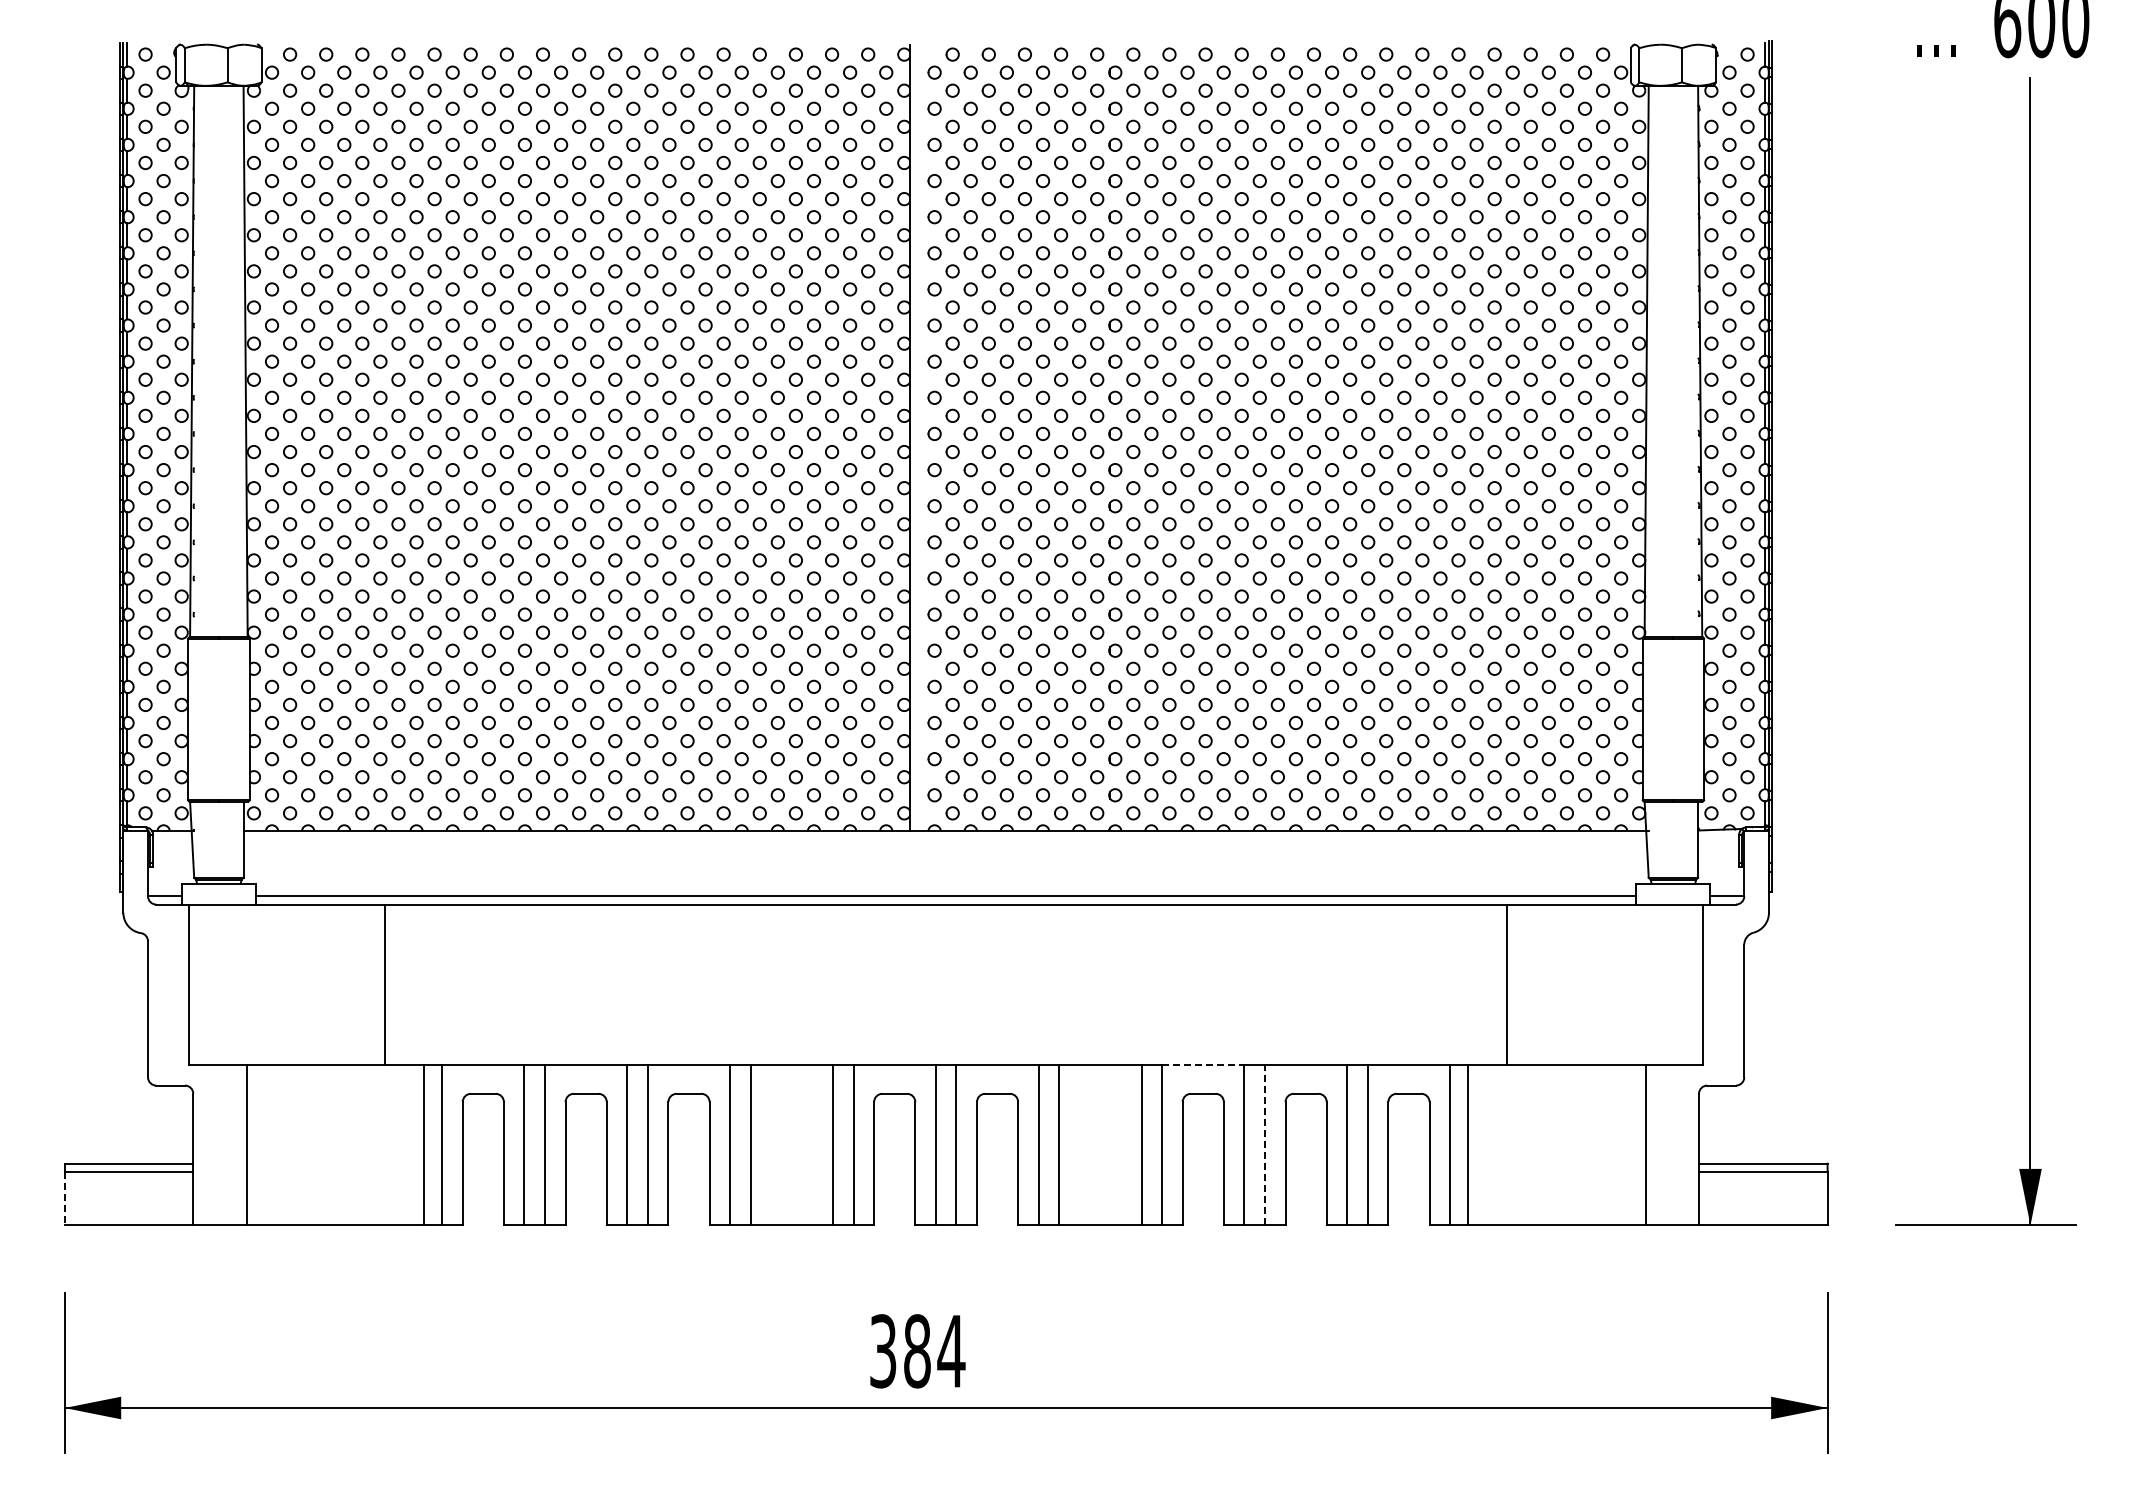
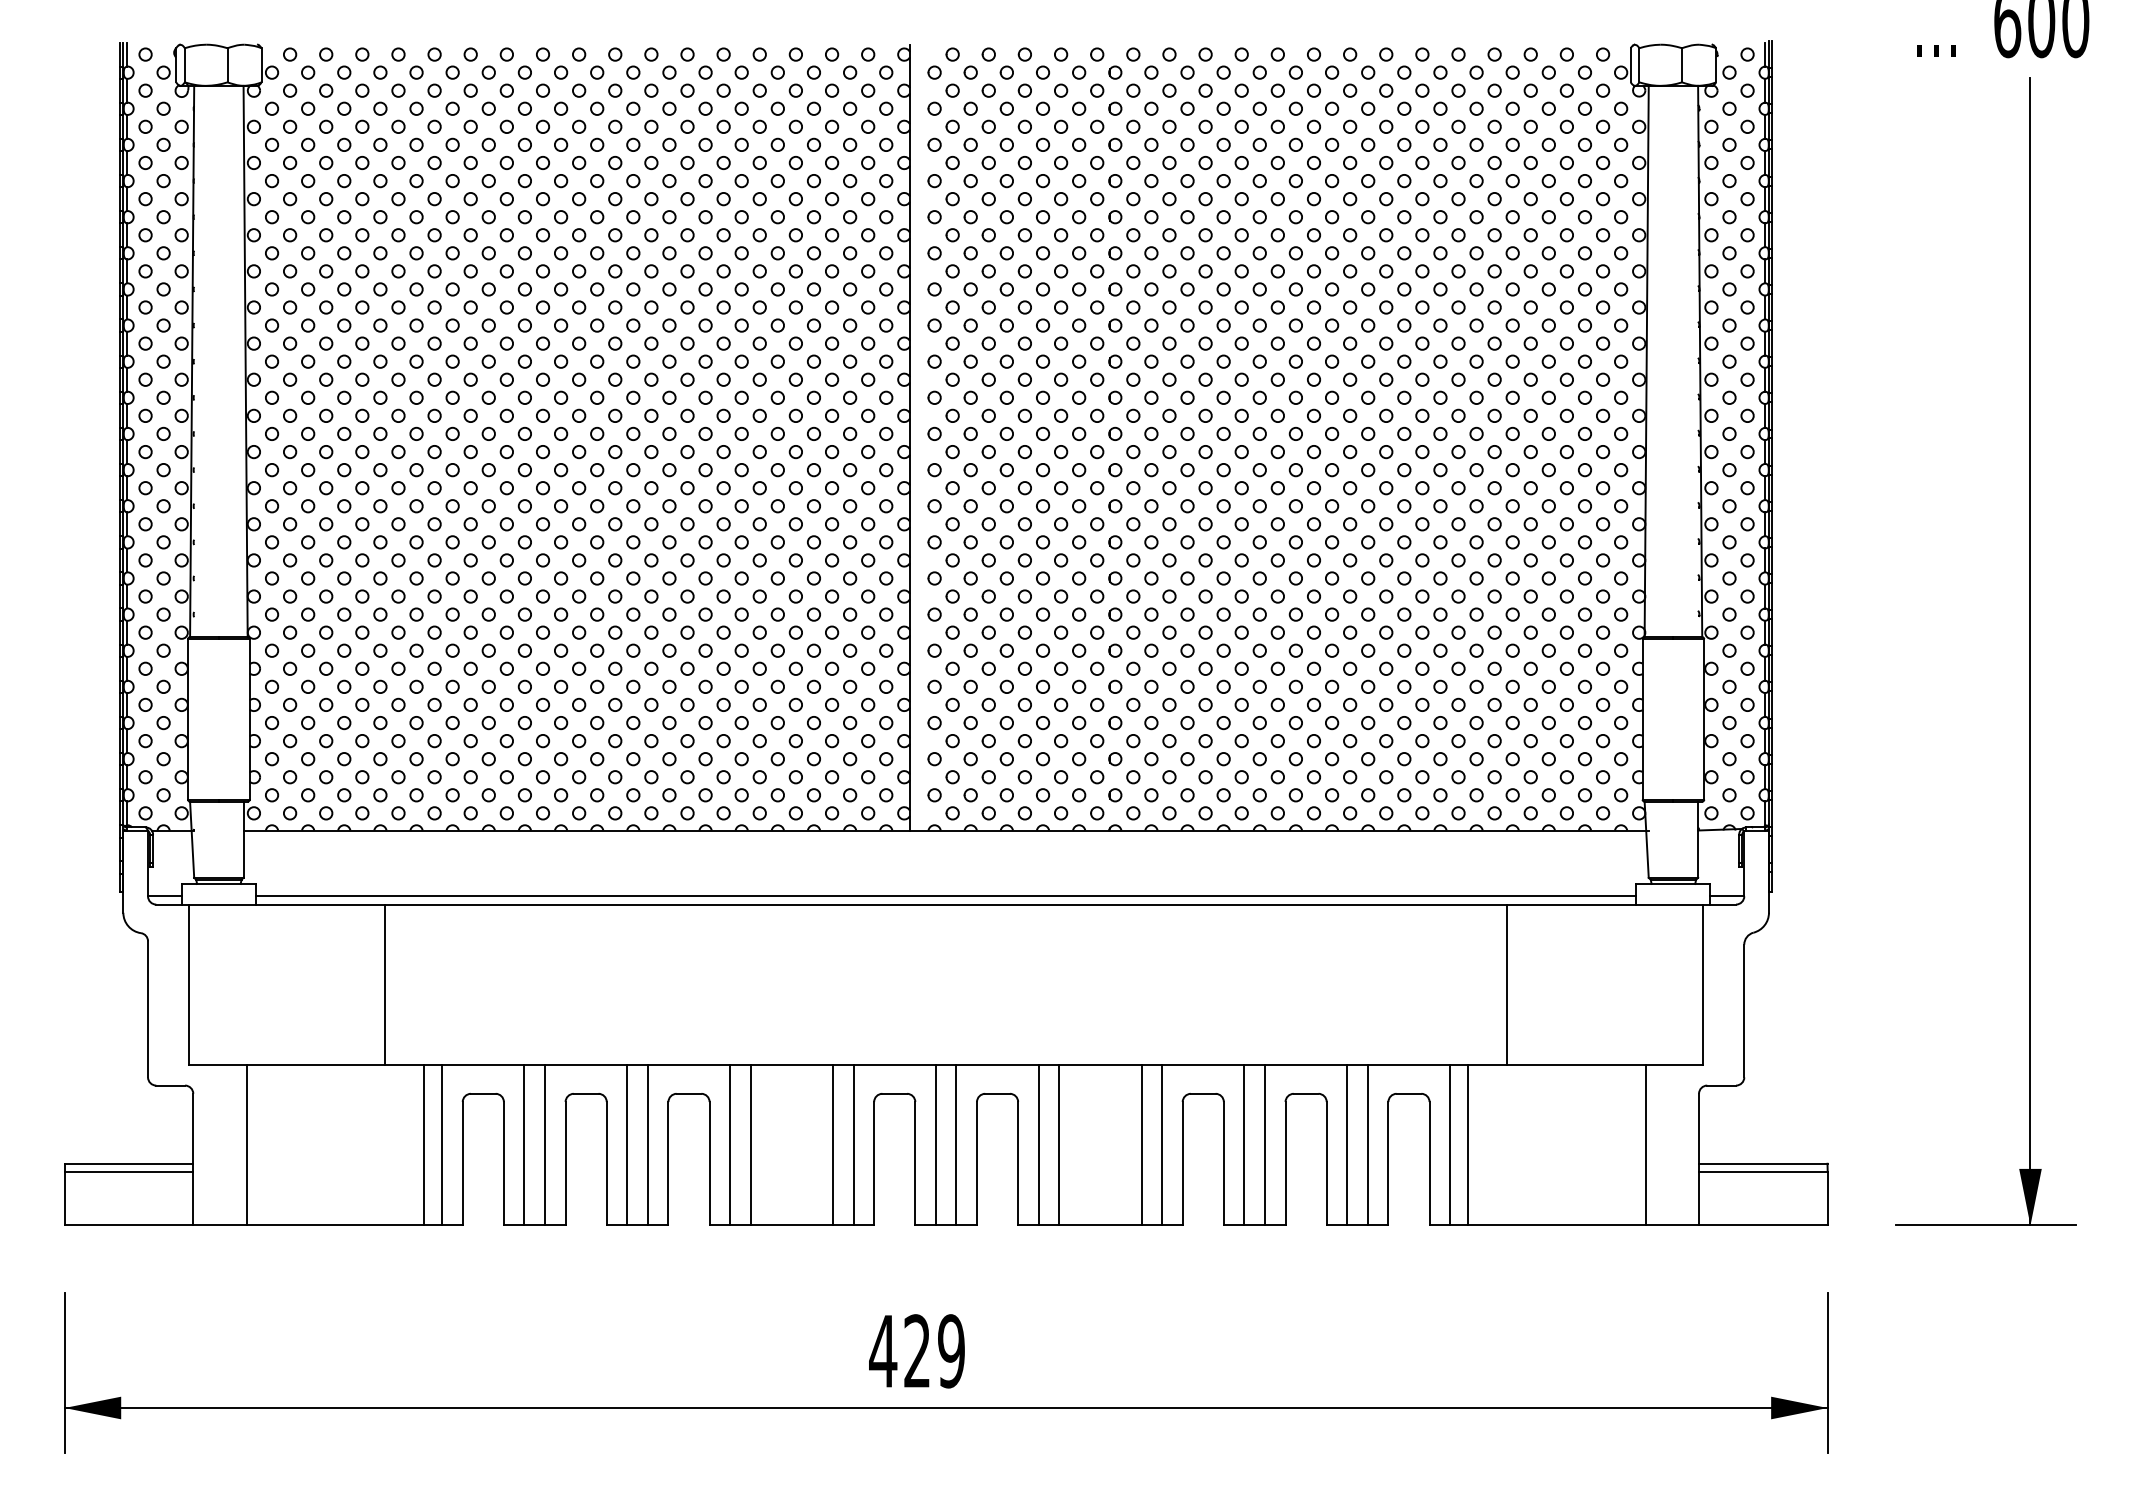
line at (1203, 1065): dashed -> solid
line at (1265, 1144): dashed -> solid
line at (64, 1198): dashed -> solid
text at (917, 1351): 384 -> 429
